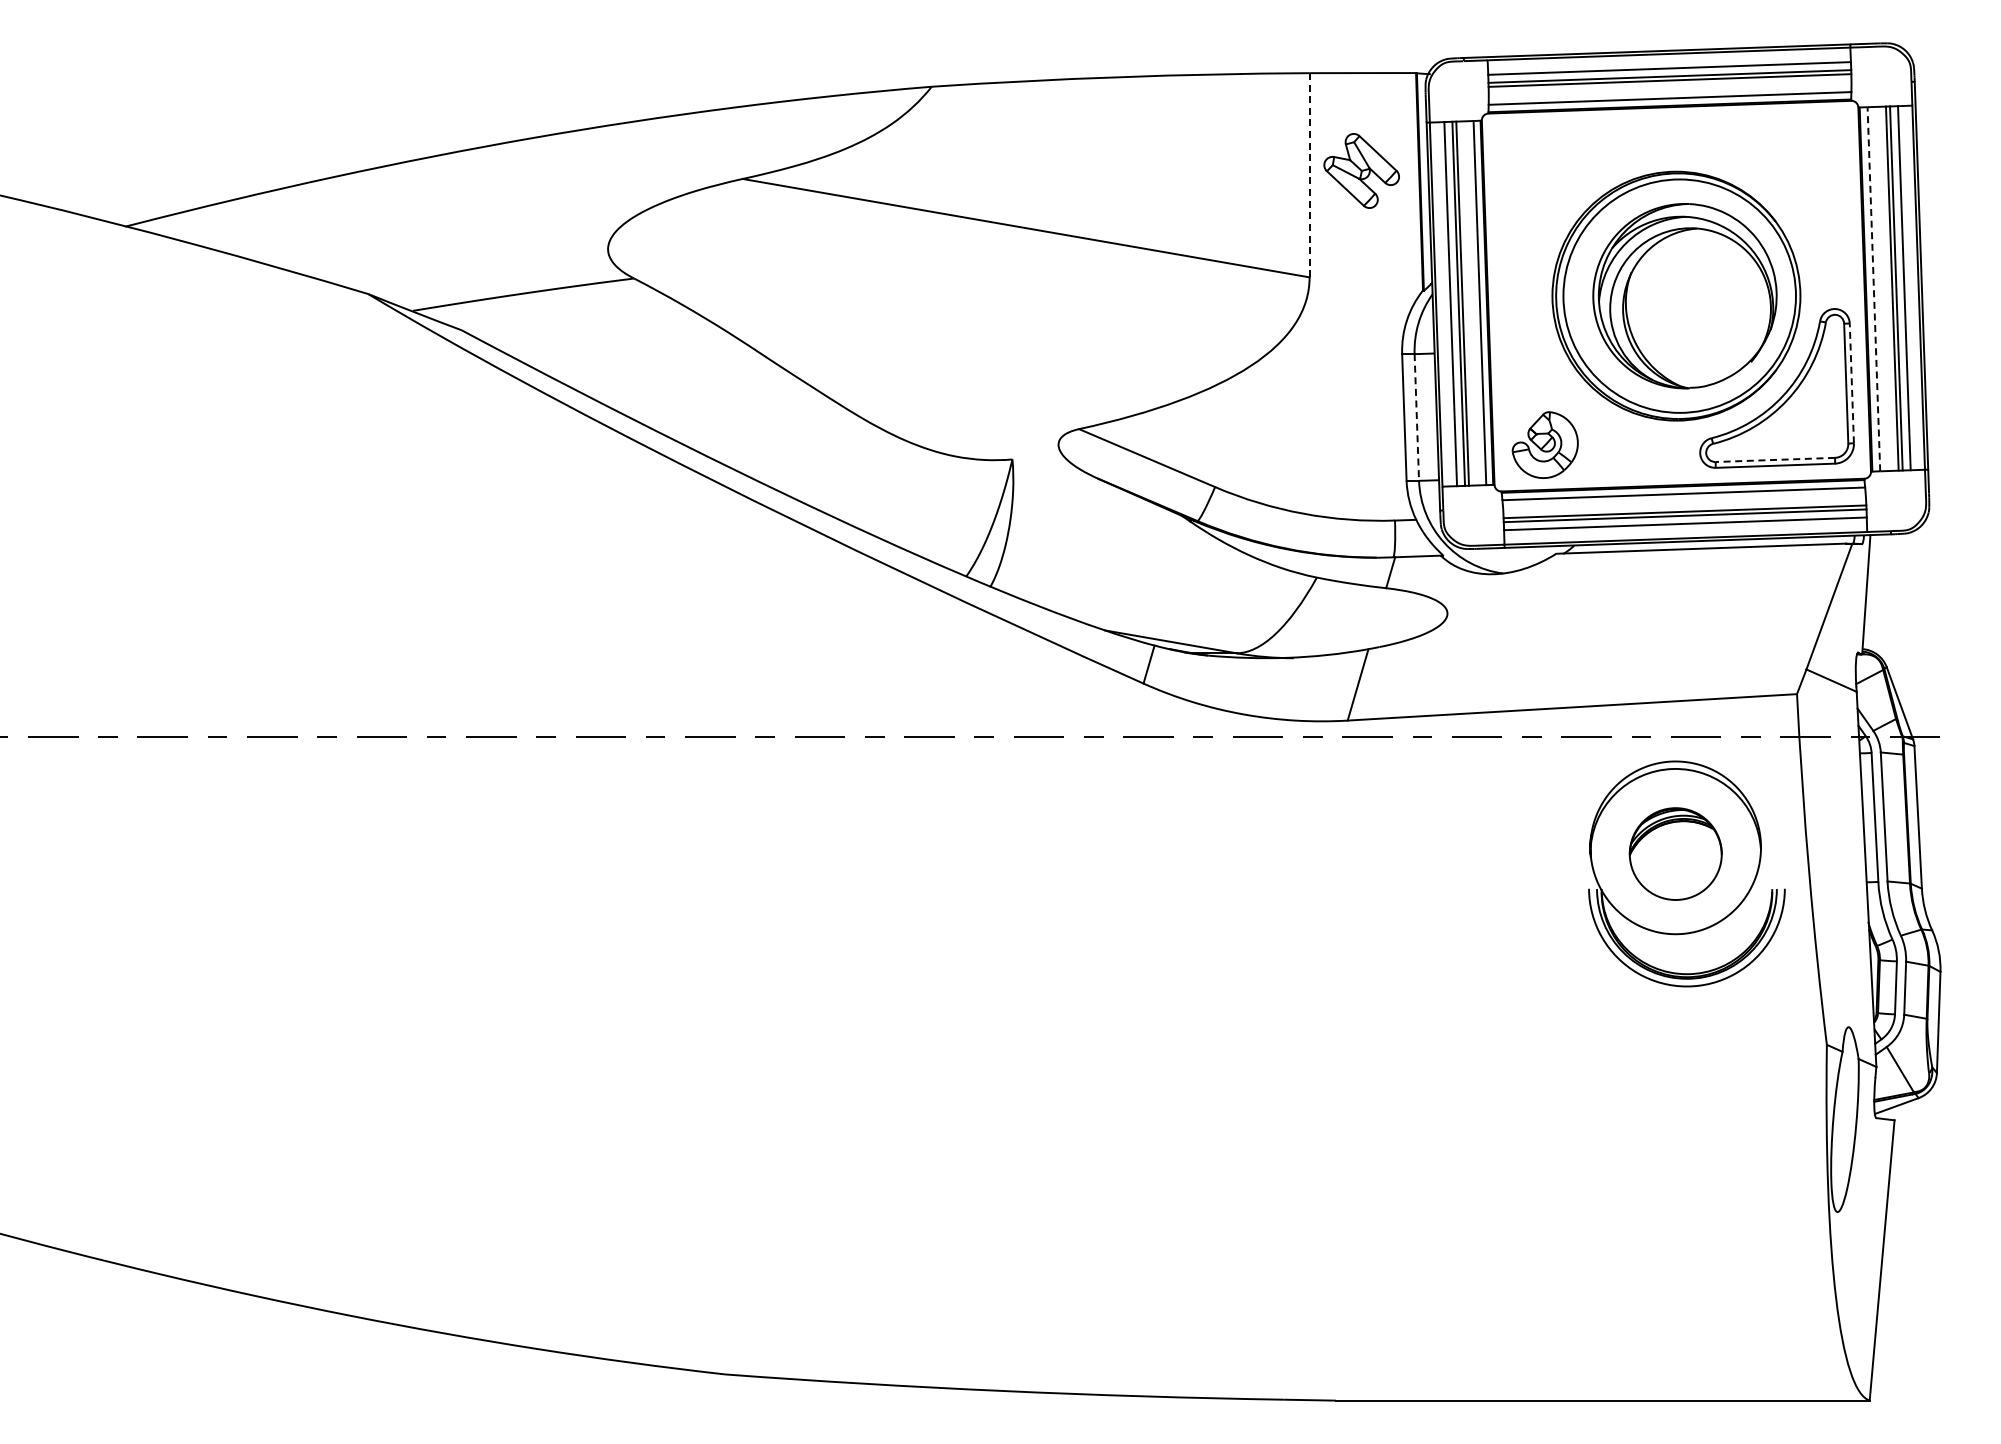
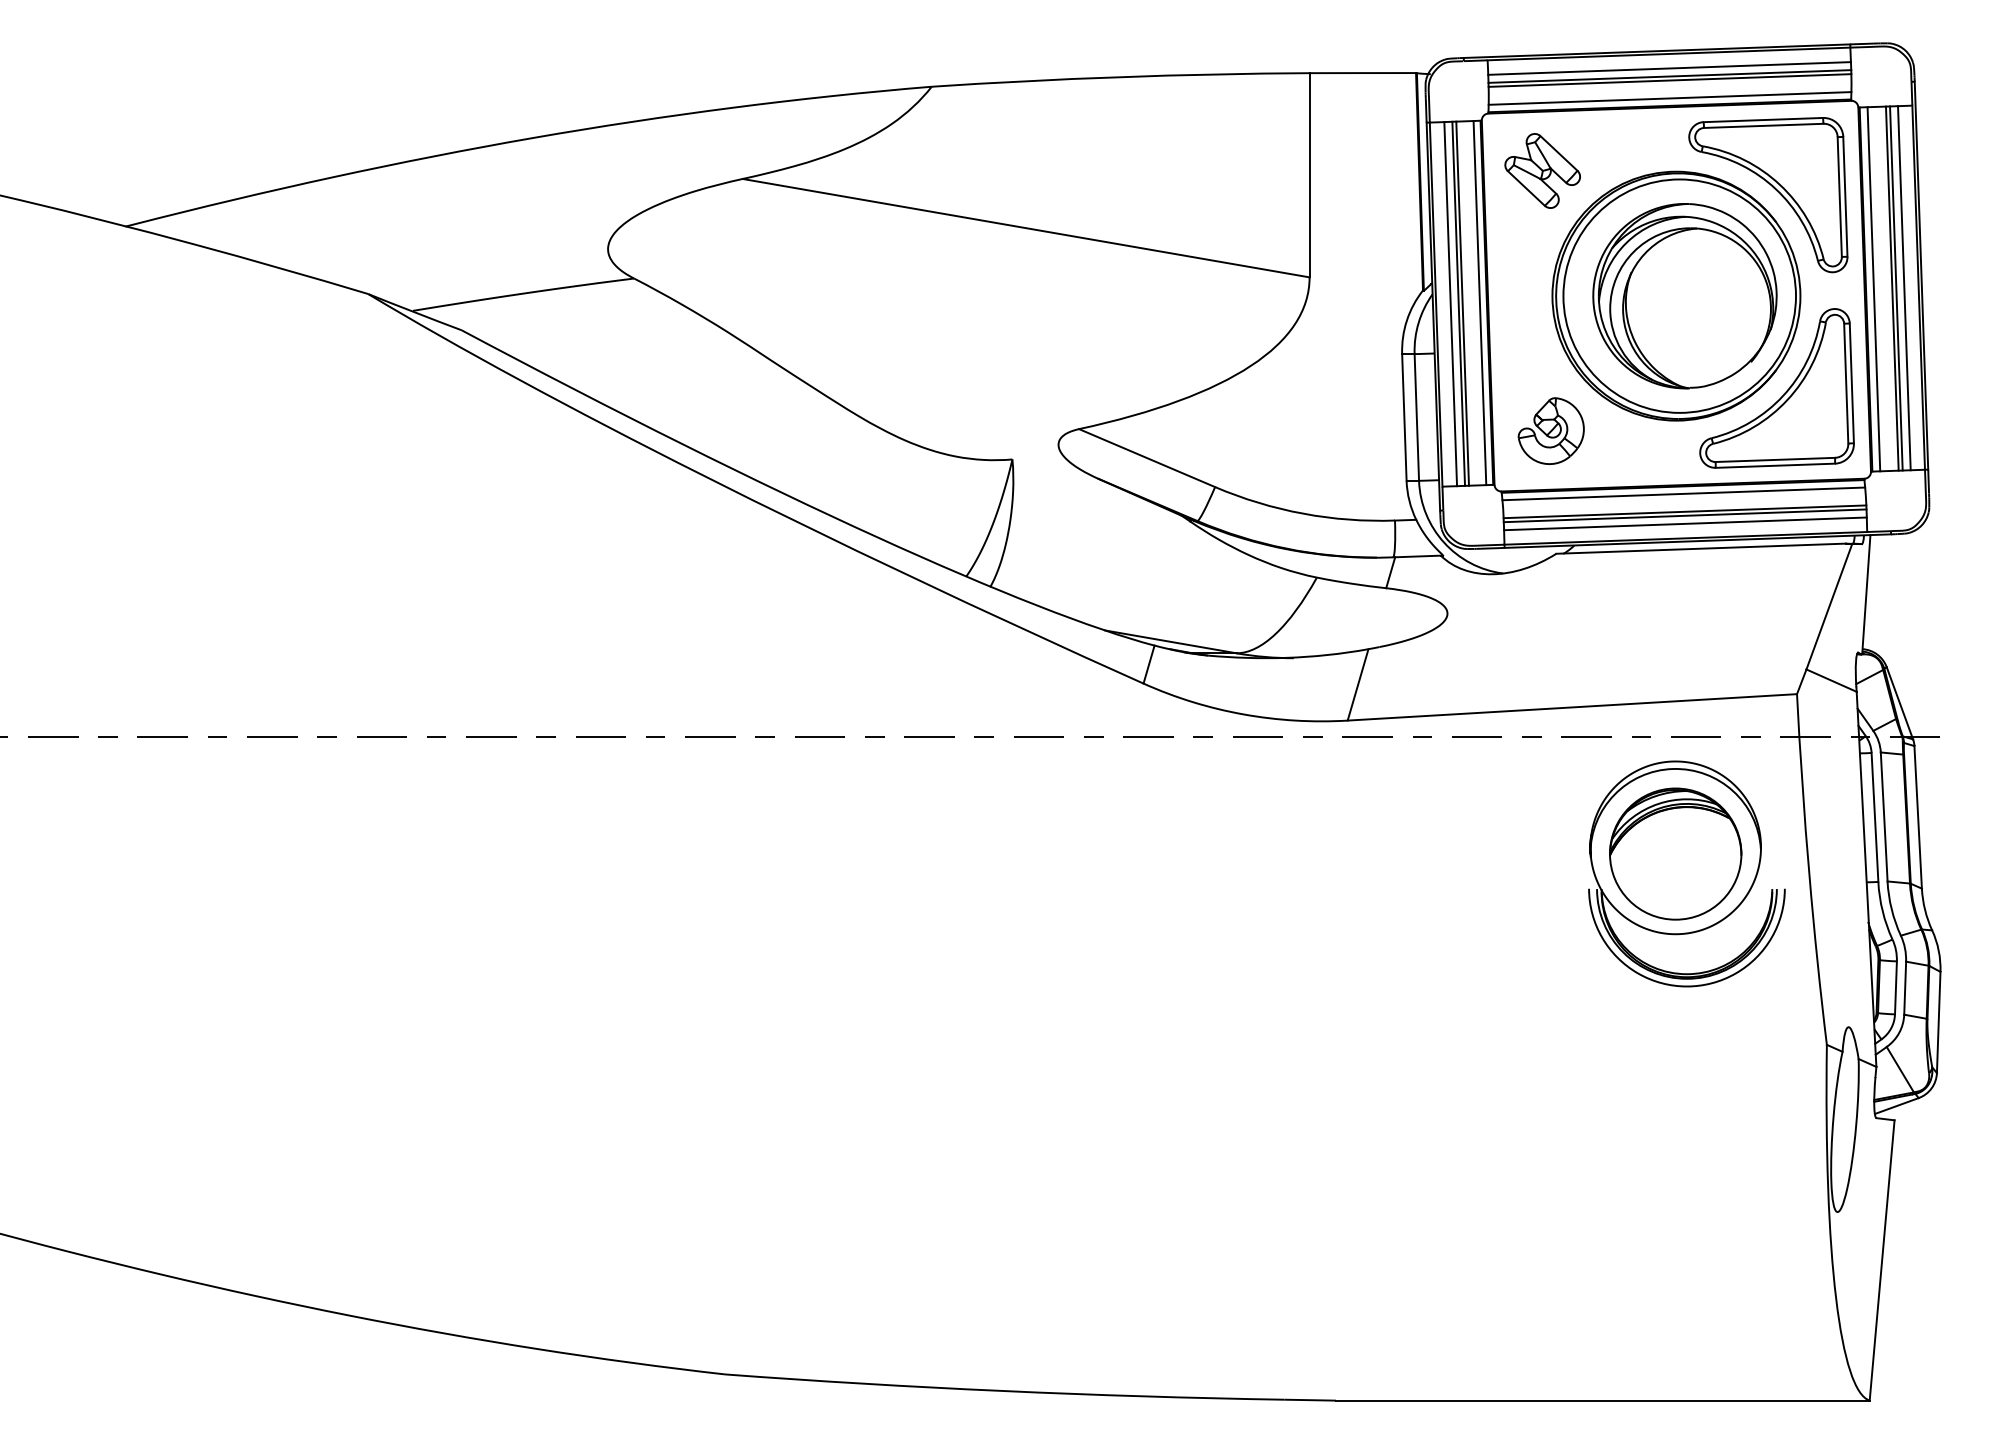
part at (1361, 170) position: (1361, 170) -> (1542, 170)
line at (1309, 174): dashed -> solid
part at (1774, 189): none -> present
line at (1873, 288): dashed -> solid
line at (1851, 383): dashed -> solid
line at (1416, 417): dashed -> solid
part at (1544, 444) position: (1544, 444) -> (1550, 430)
line at (1775, 459): dashed -> solid
part at (1675, 853) size: 95x94 px -> 134x134 px
